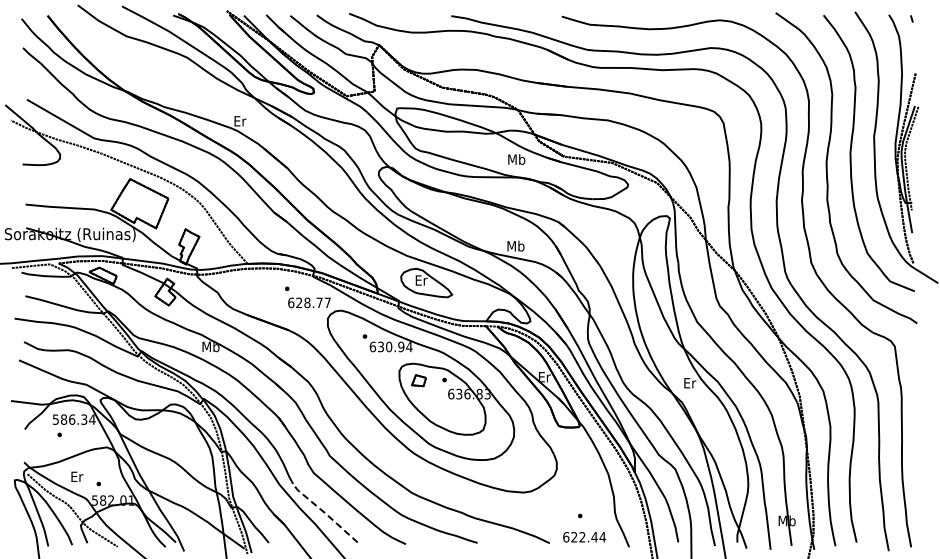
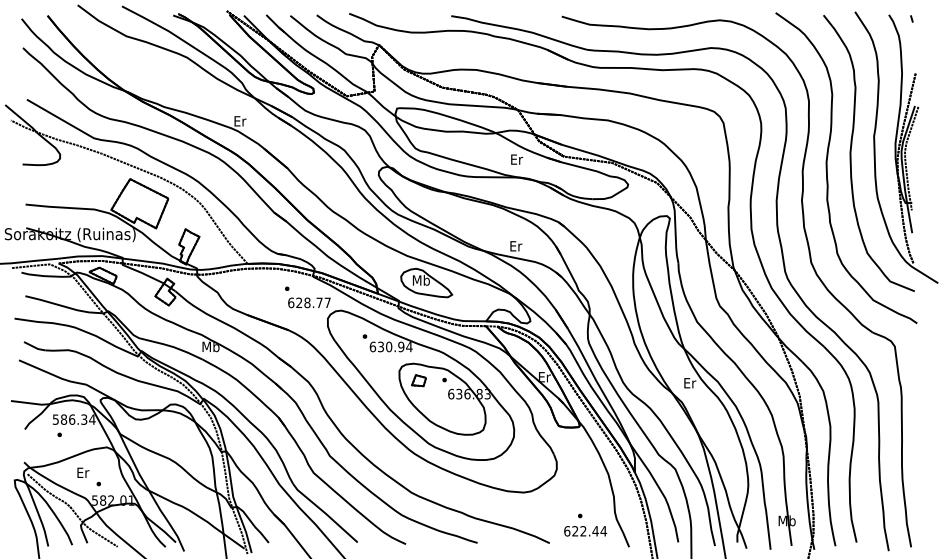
text at (516, 159): Mb -> Er
text at (515, 245): Mb -> Er
text at (420, 280): Er -> Mb
text at (77, 476) position: (77, 476) -> (83, 472)
line at (324, 512): dashed -> solid
text at (584, 537) position: (584, 537) -> (585, 531)
